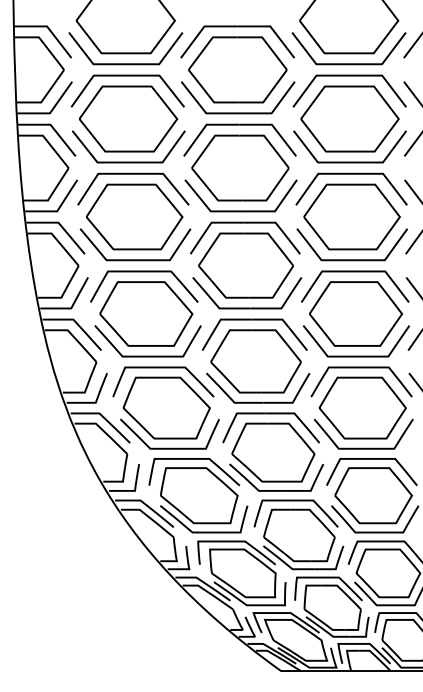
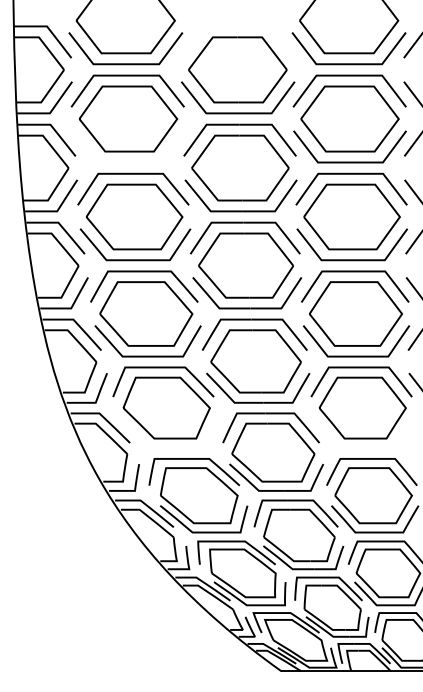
part at (237, 27): present -> none
curve at (128, 161): present -> none
curve at (169, 447): present -> none
curve at (363, 447): present -> none
